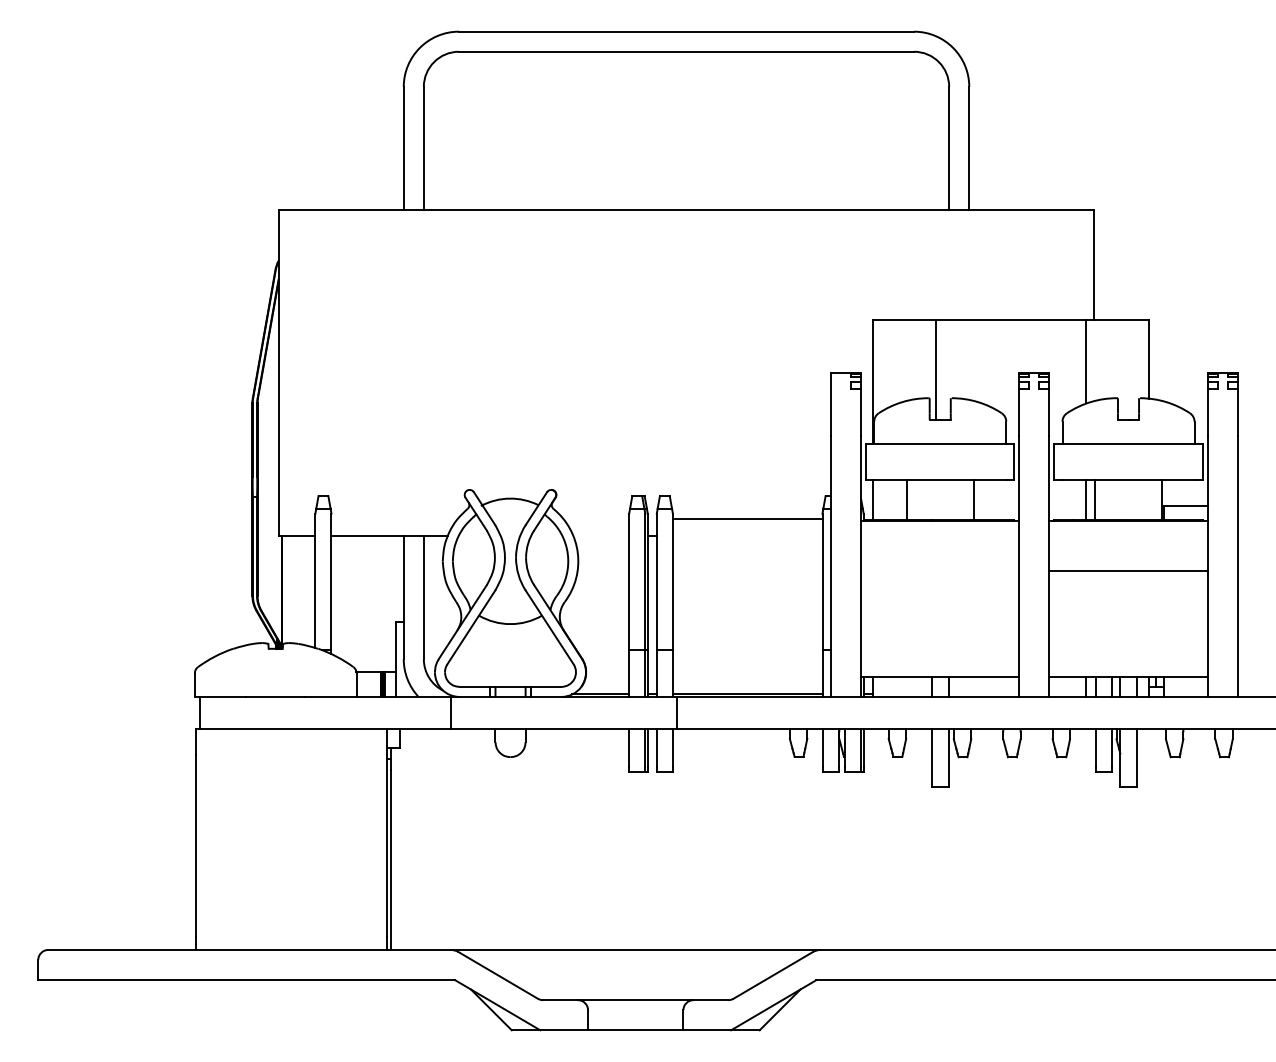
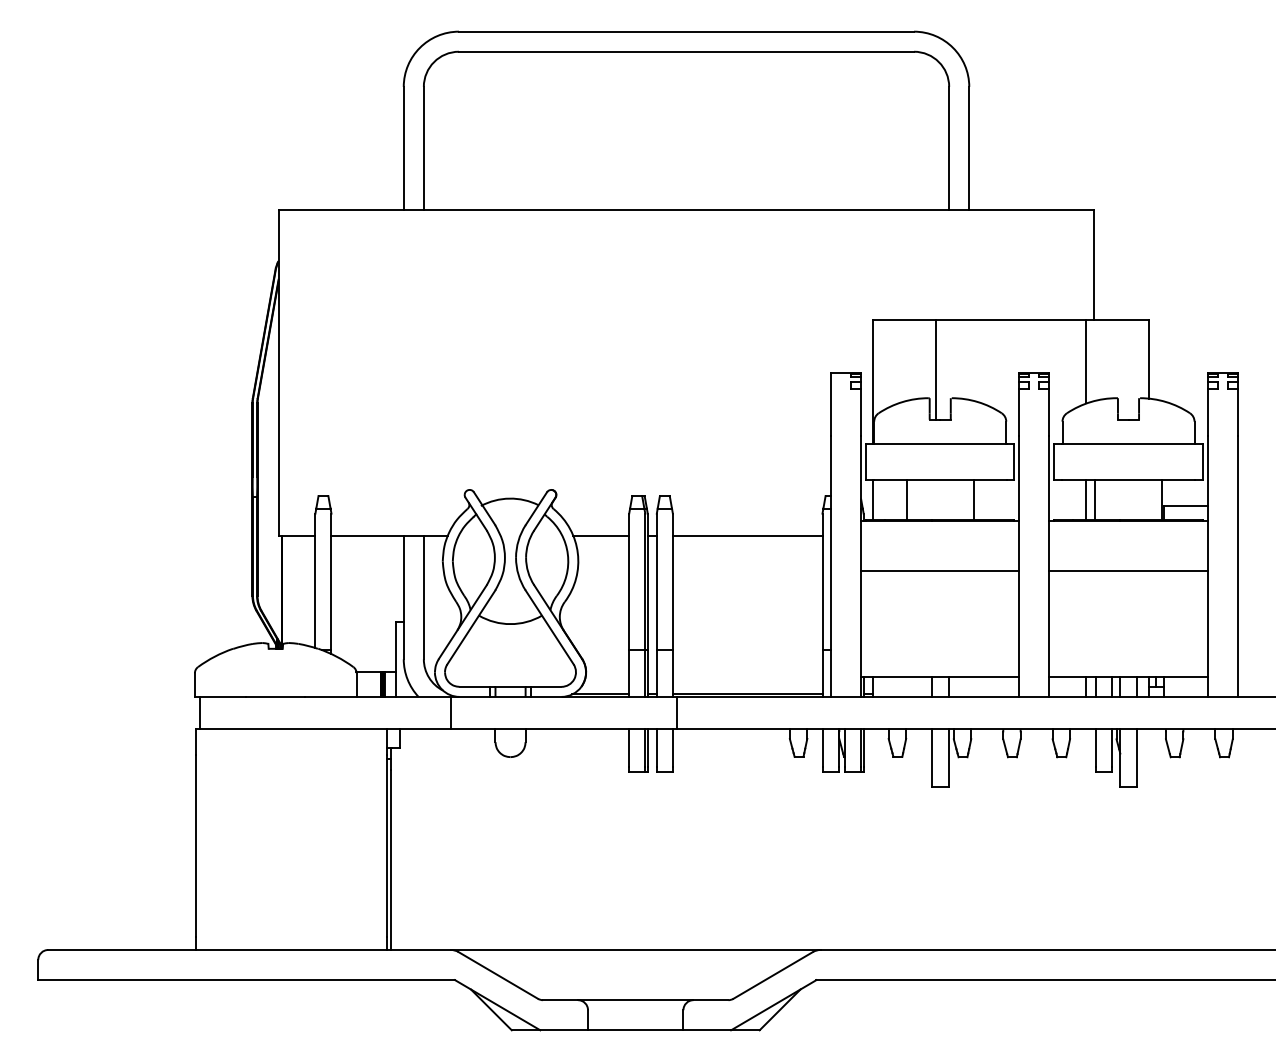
line at (747, 518) position: (747, 518) -> (747, 535)
line at (601, 535): none -> present
line at (940, 571): none -> present
